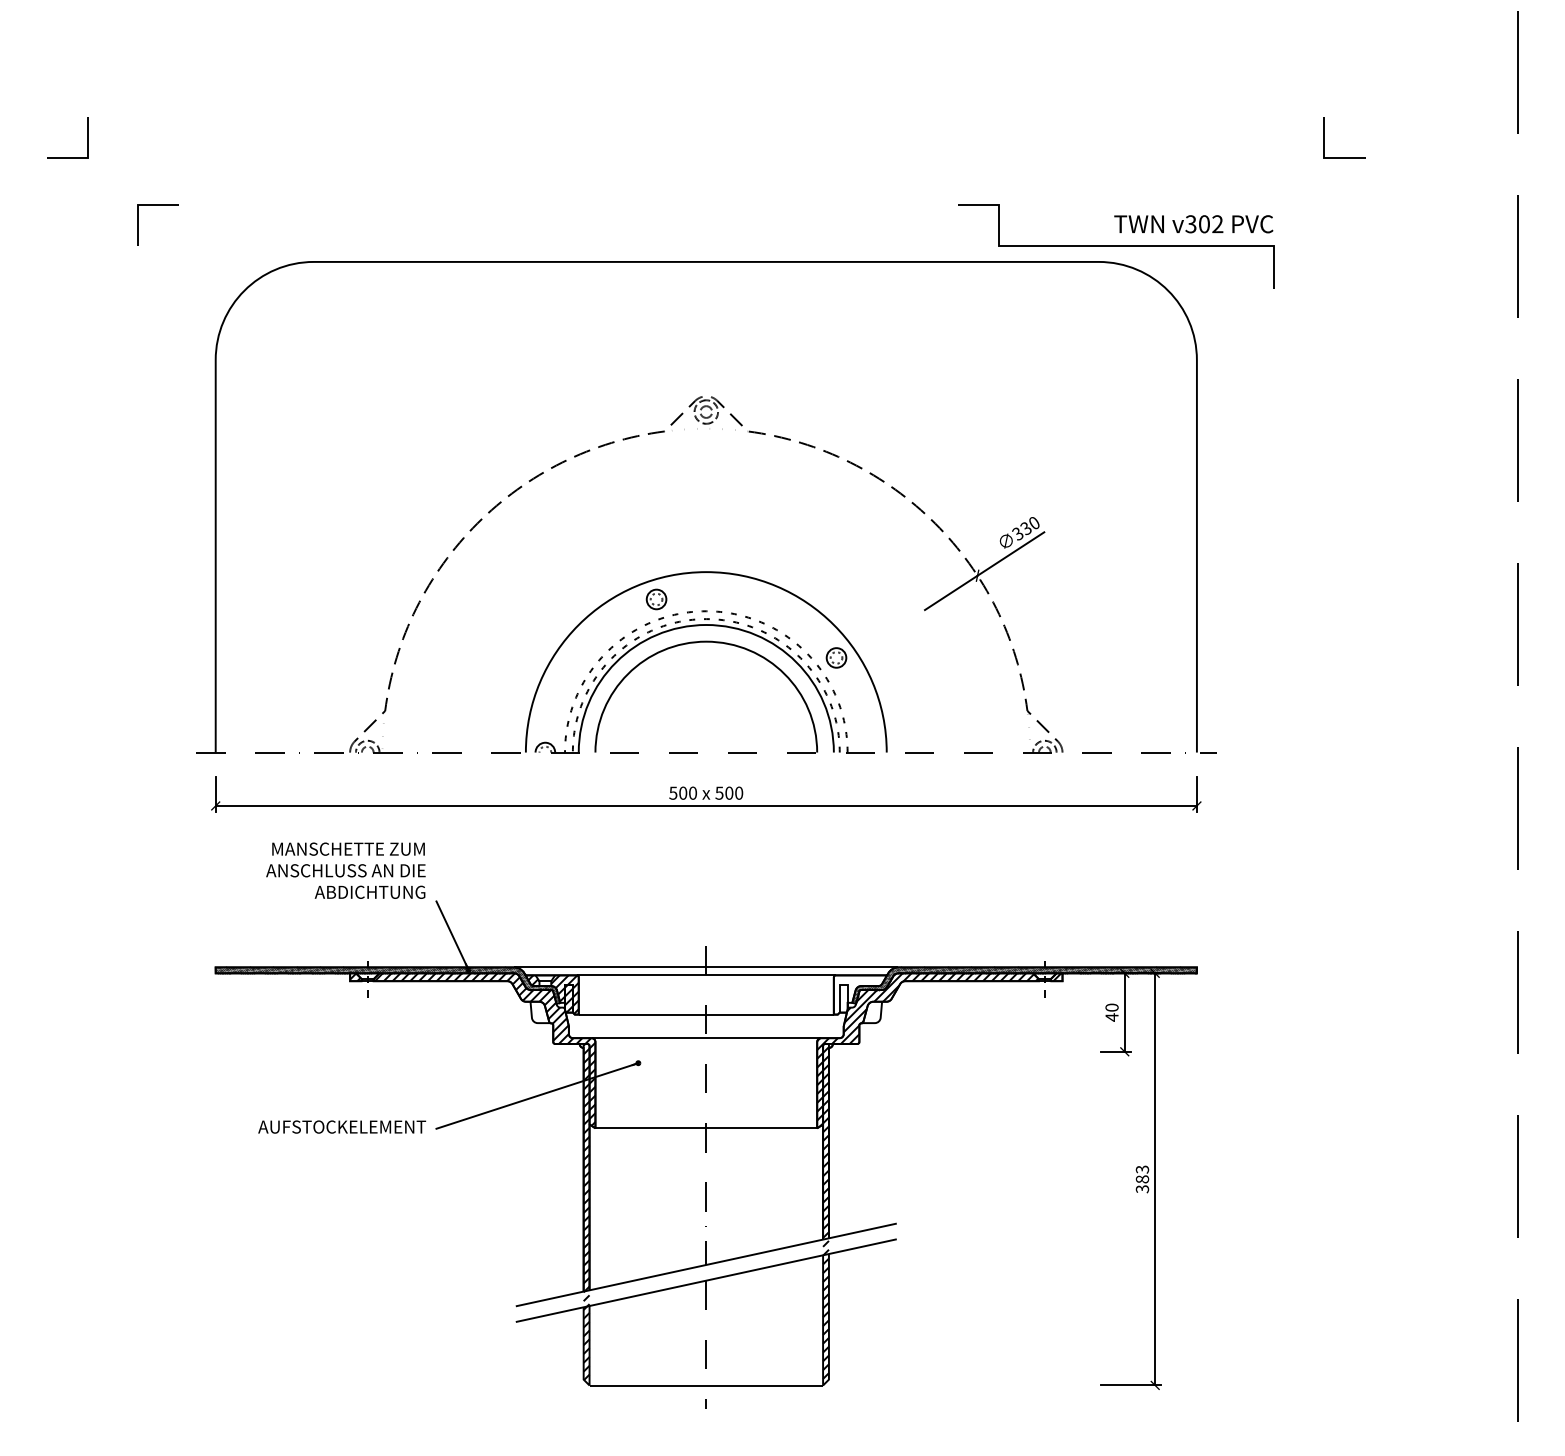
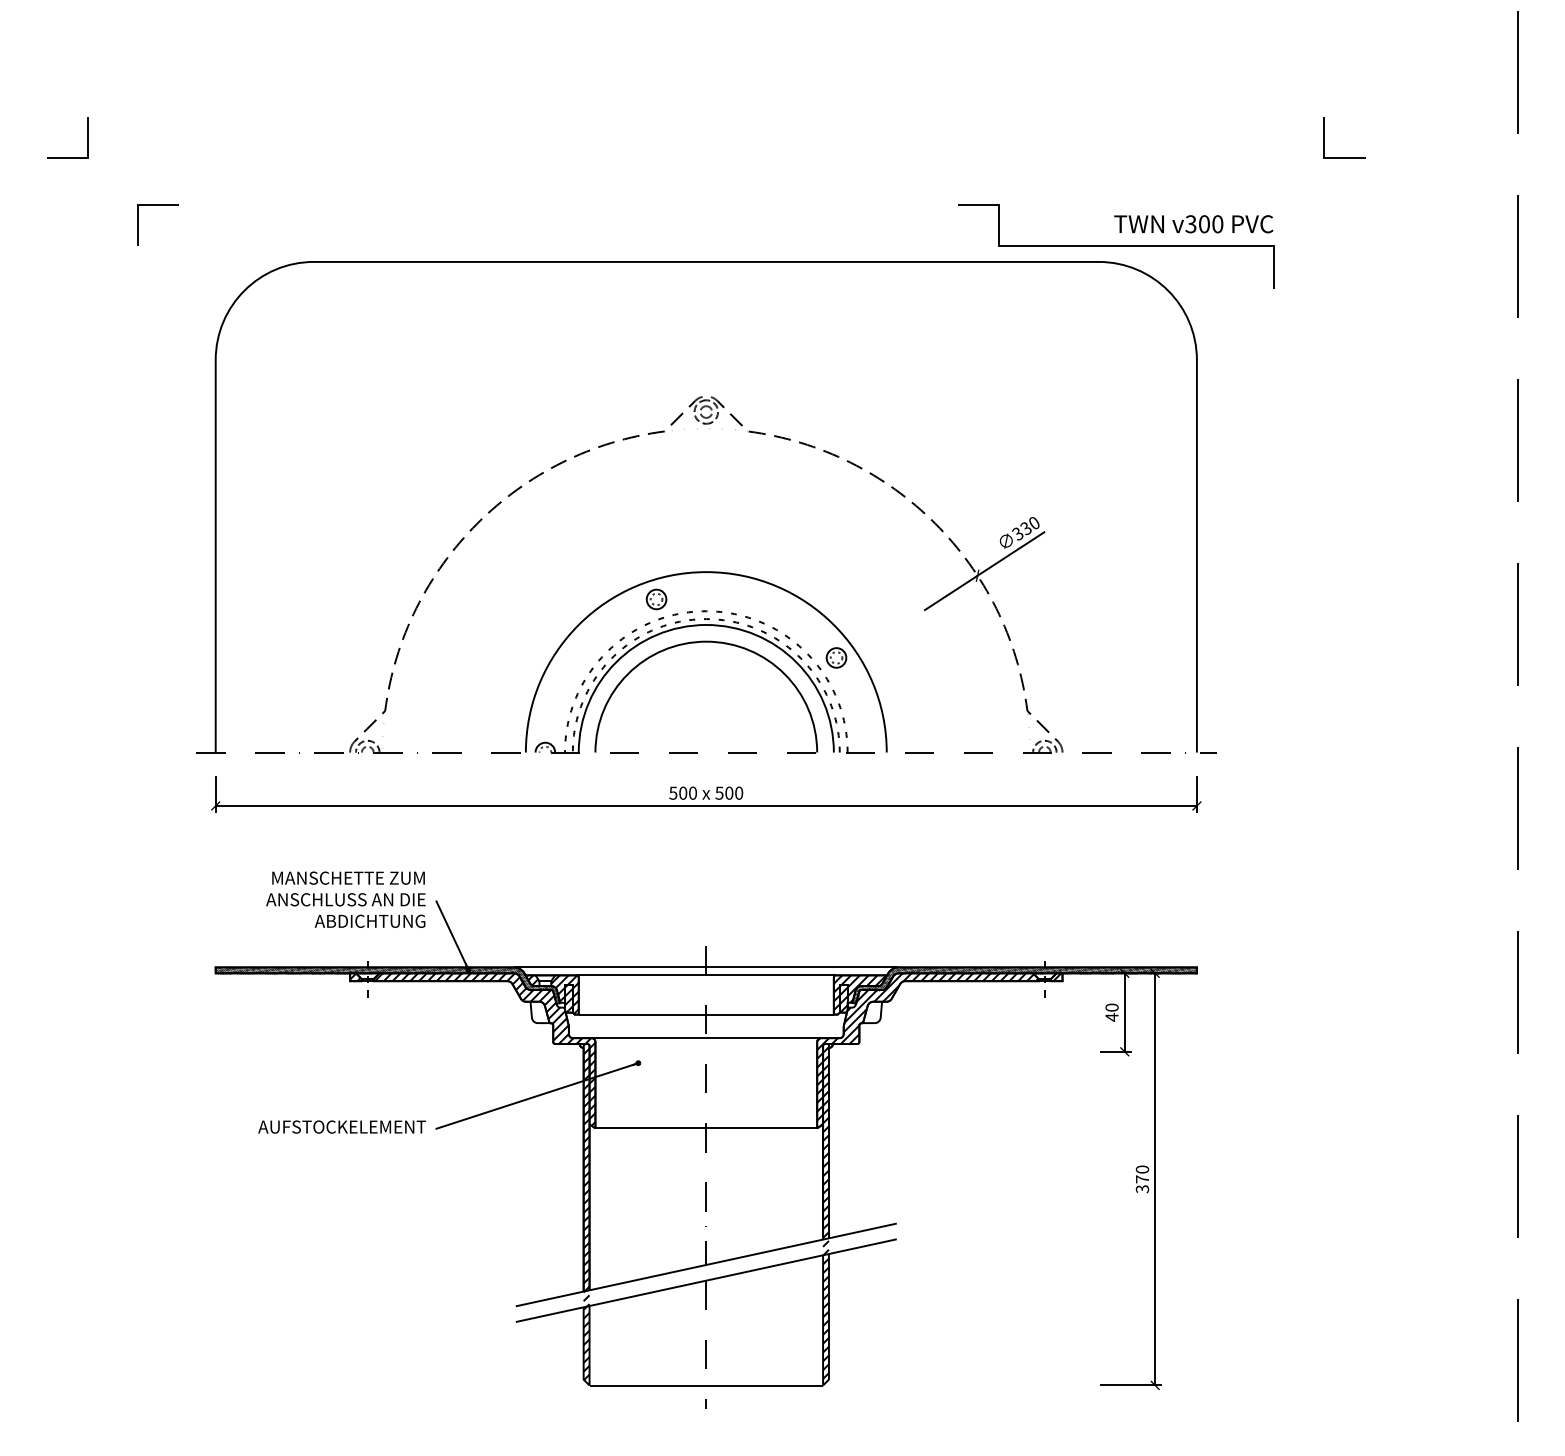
text at (1217, 224): v302 -> v300
text at (345, 870) position: (345, 870) -> (345, 899)
hatch at (859, 993): none -> present
text at (1142, 1174): 383 -> 370
